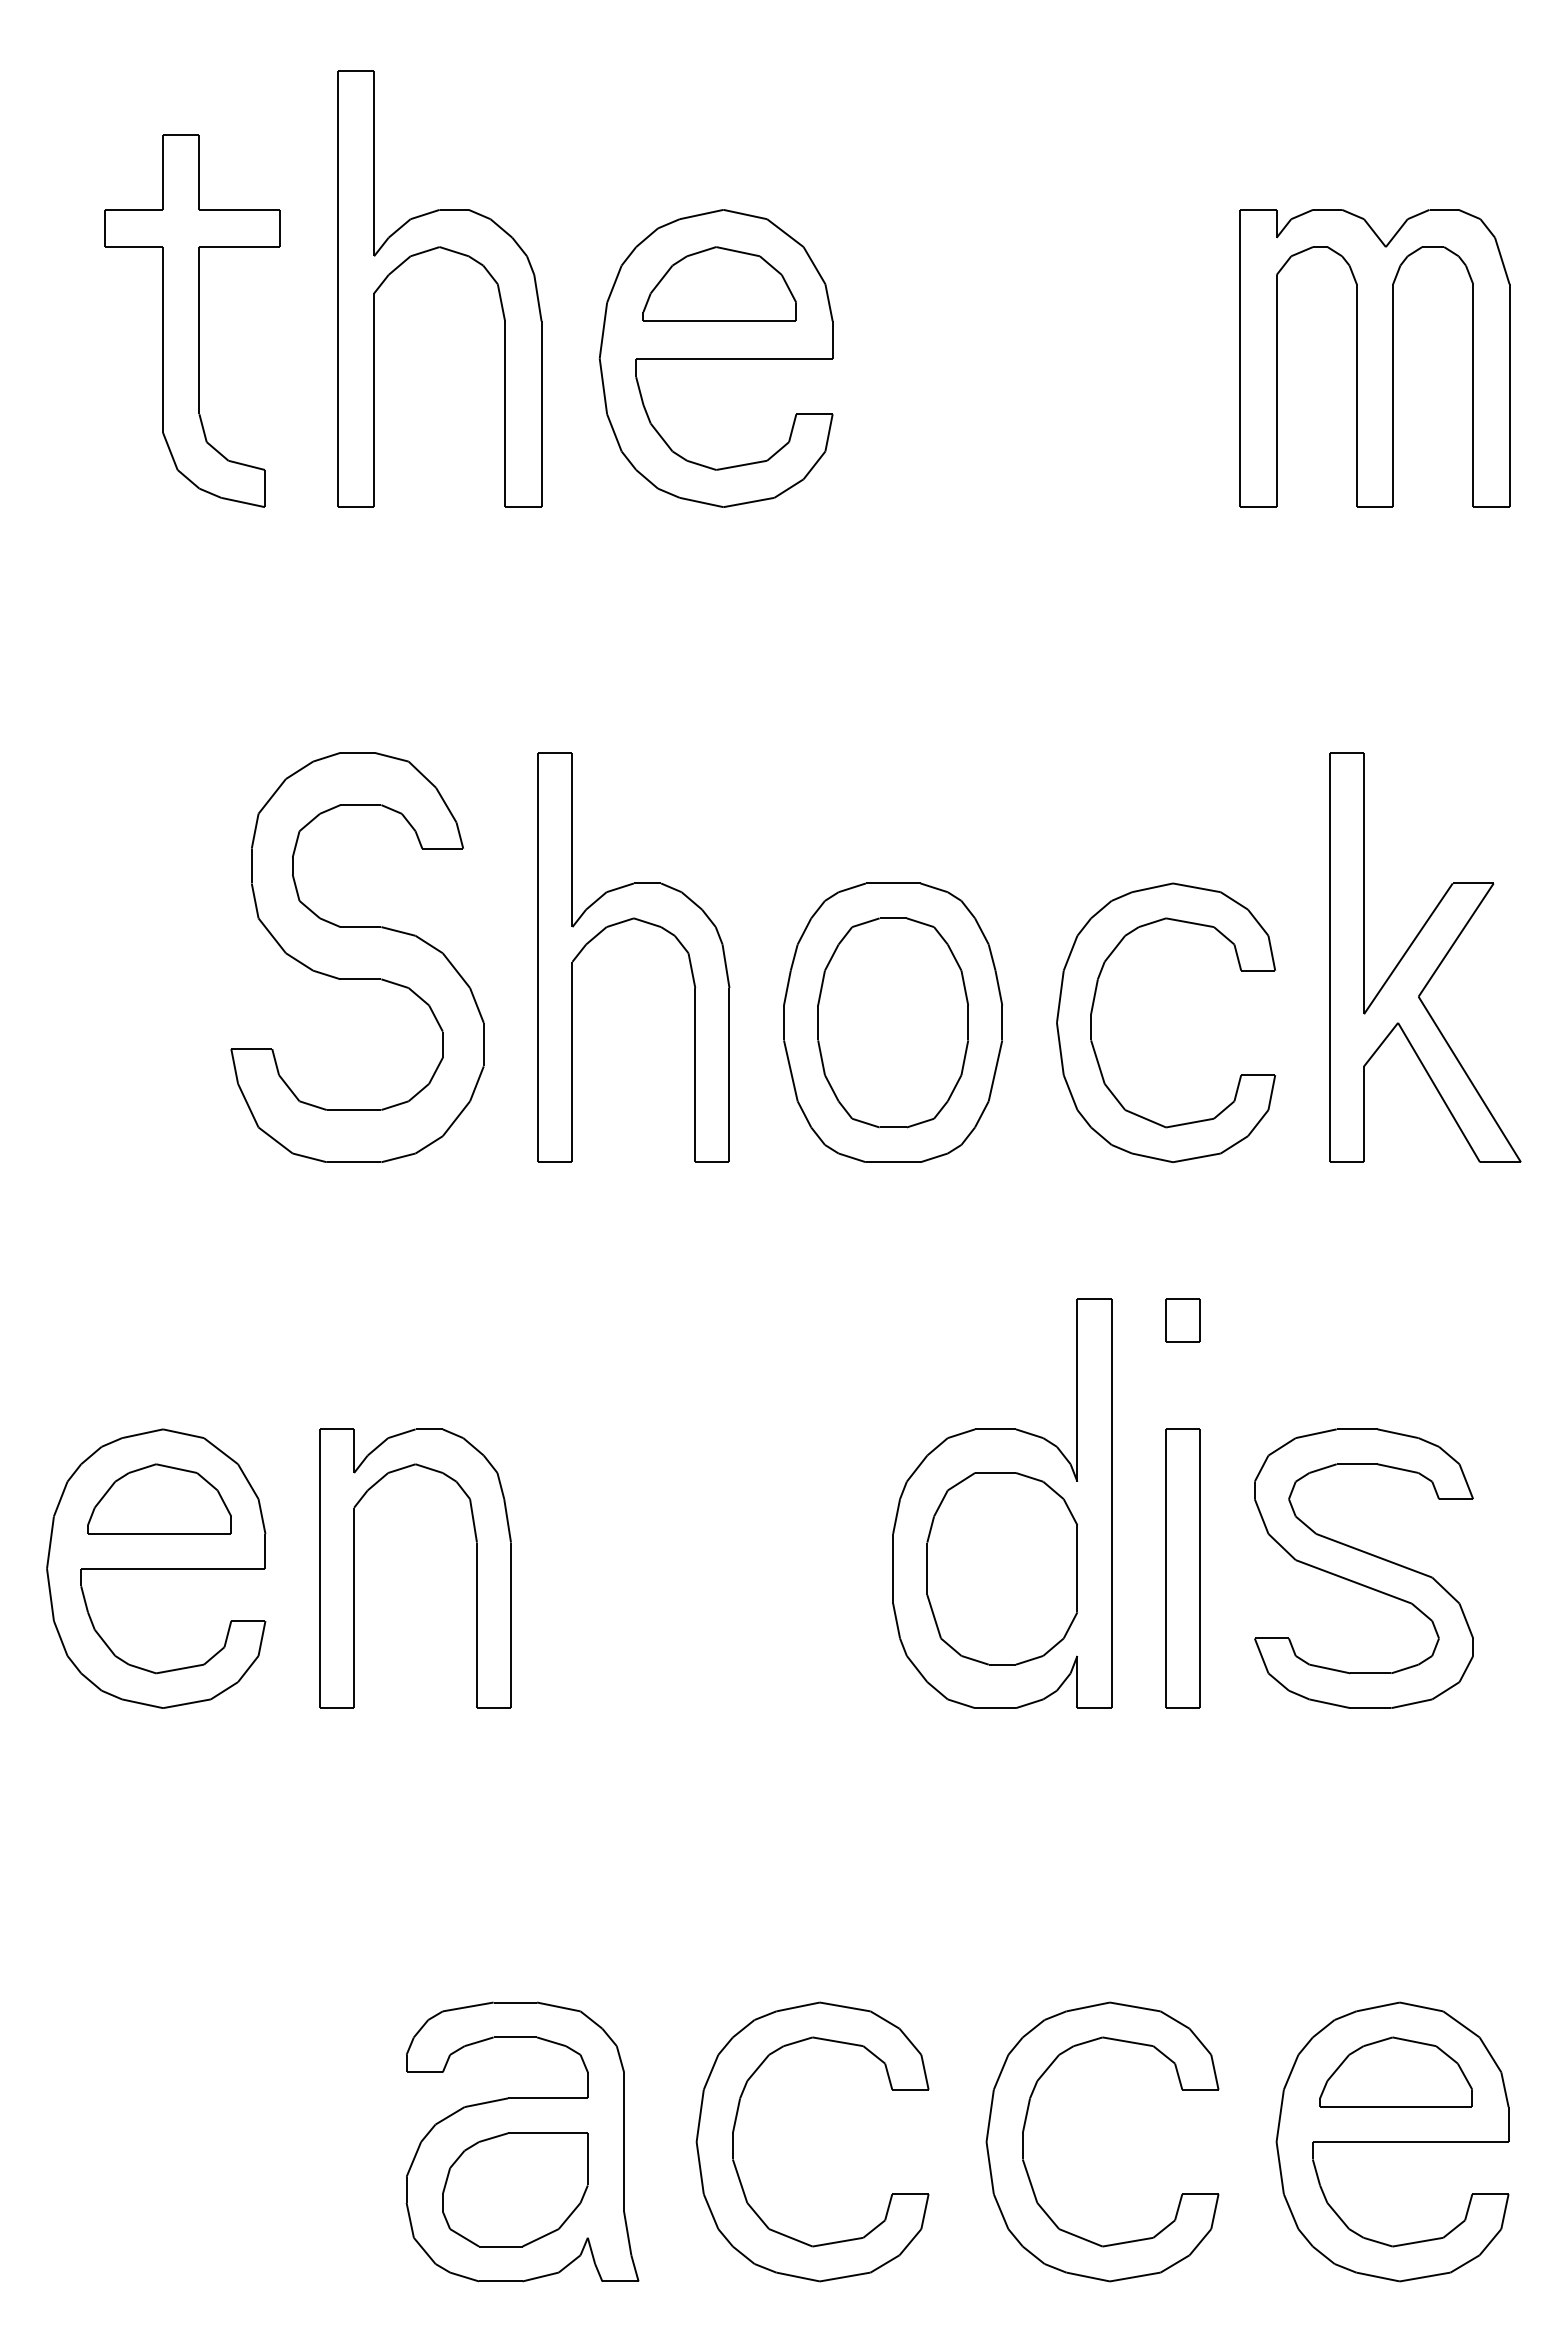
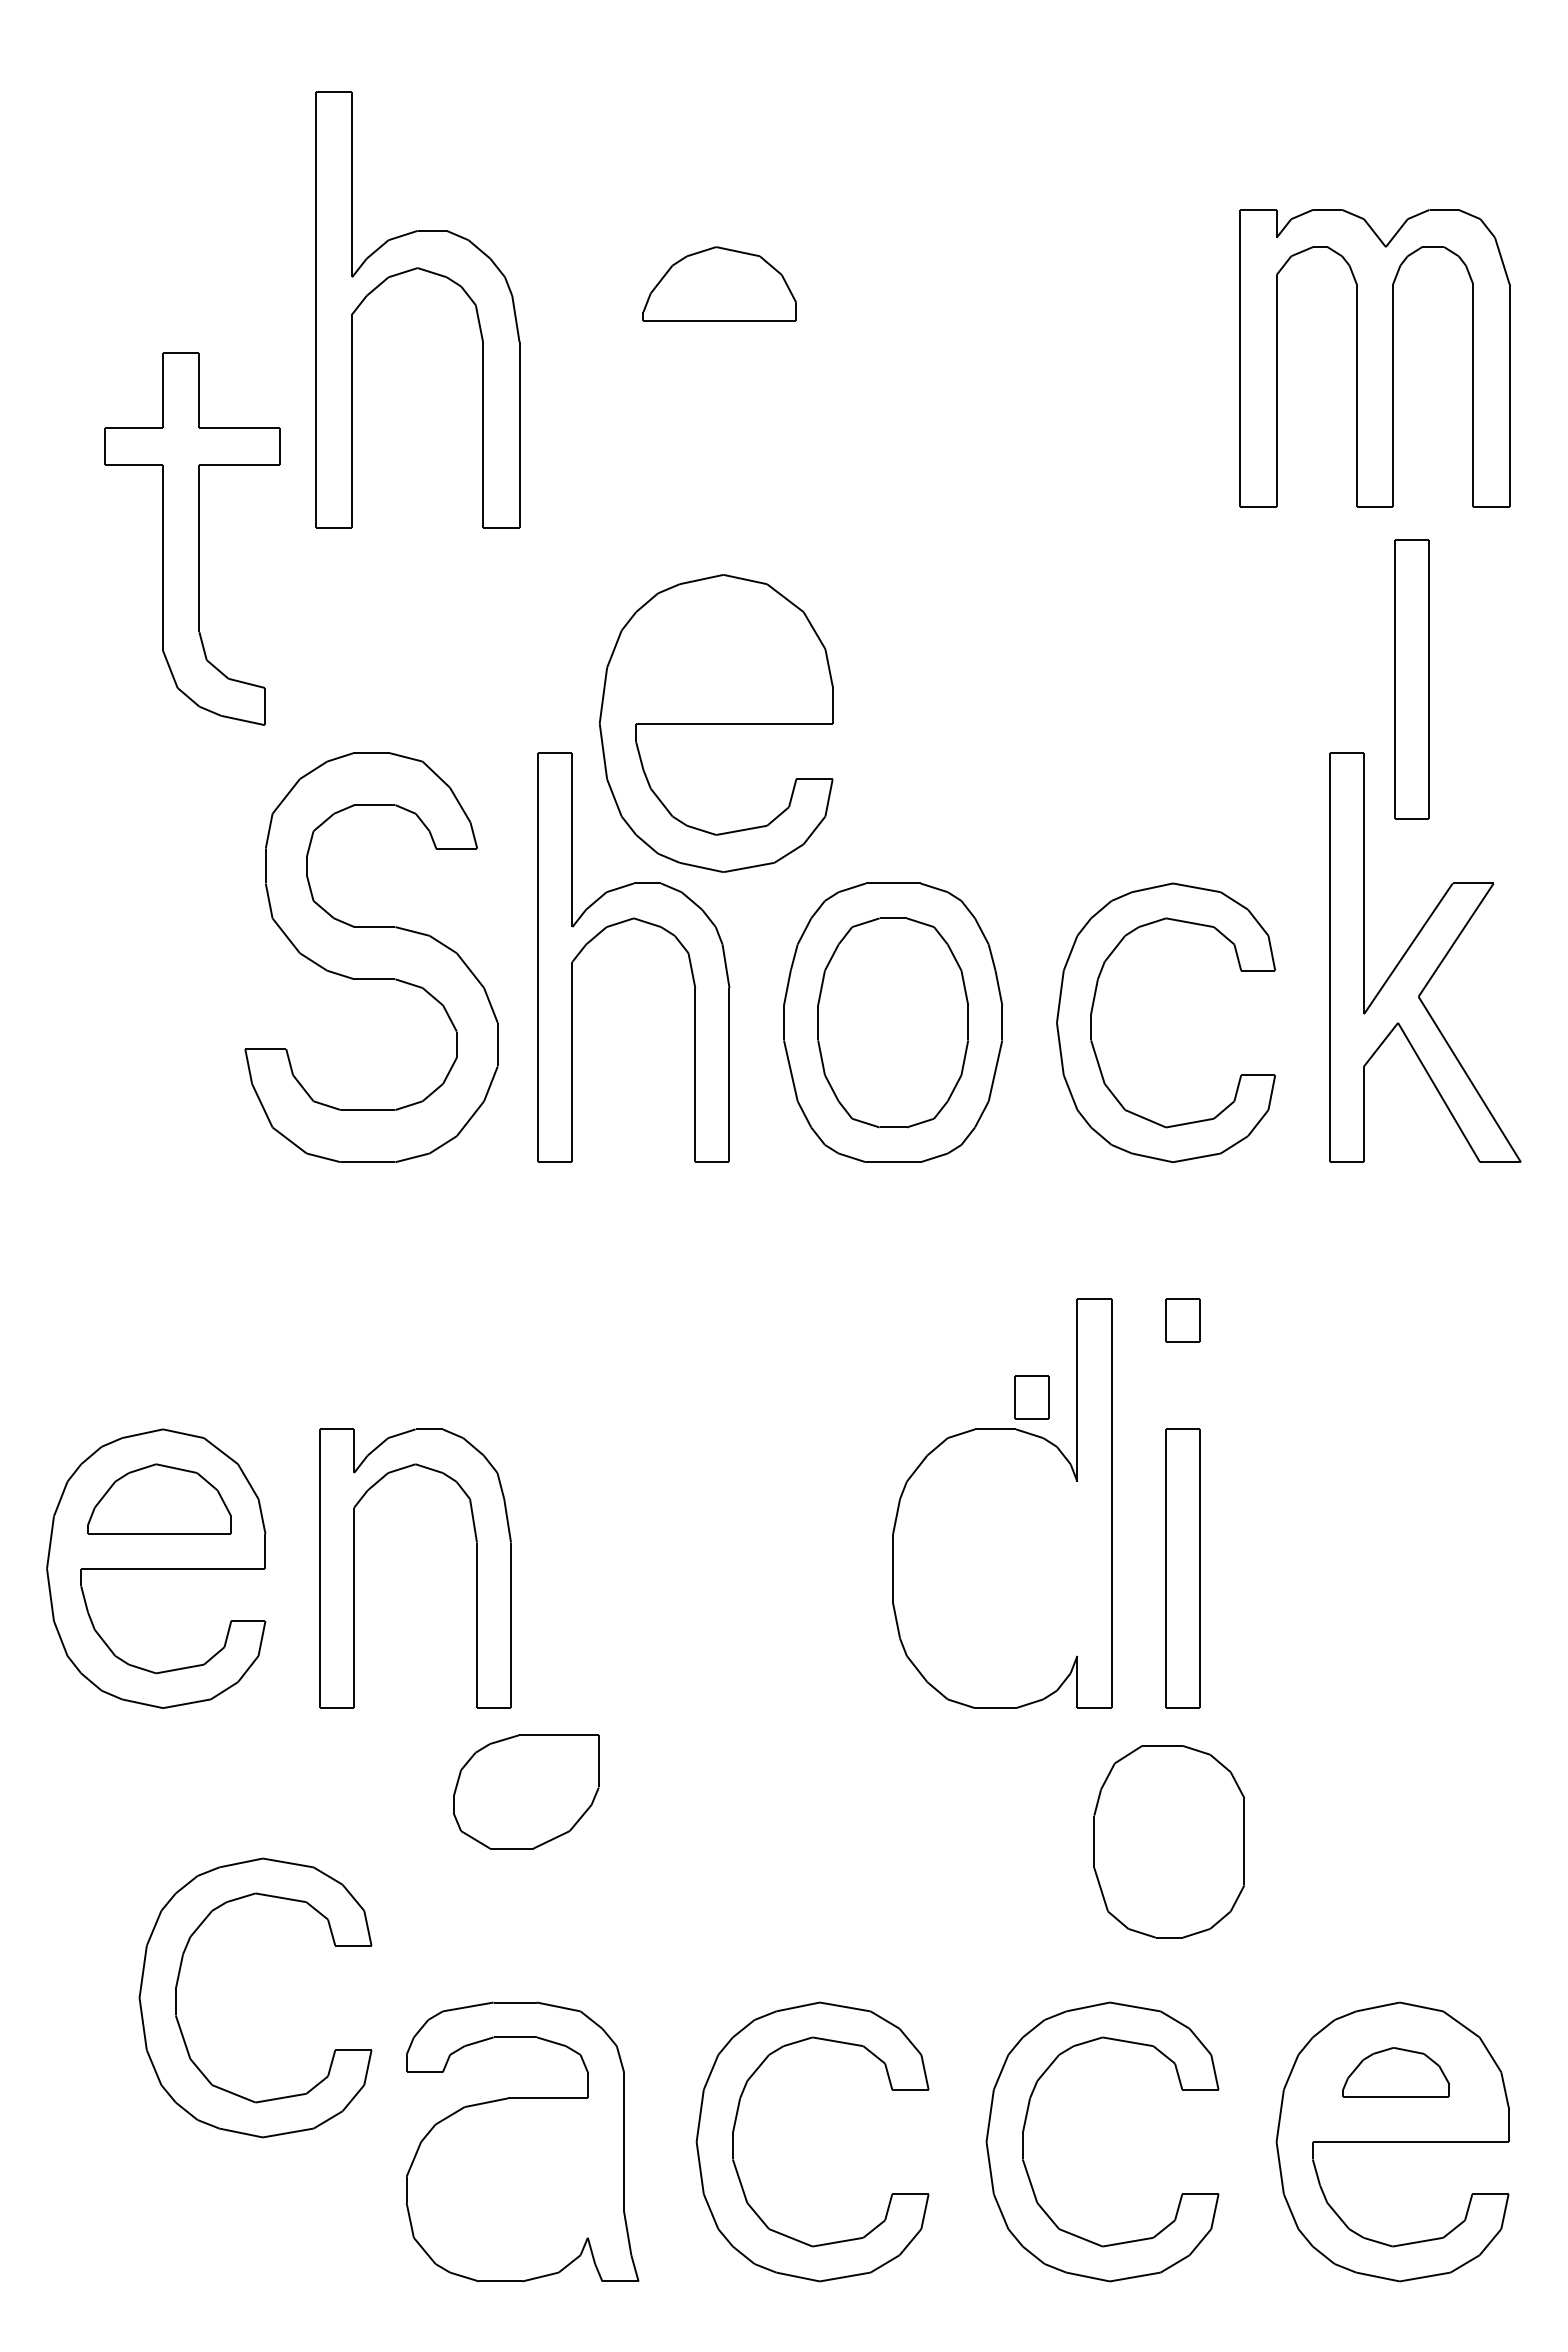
part at (426, 252) position: (426, 252) -> (404, 273)
part at (192, 320) position: (192, 320) -> (192, 538)
part at (715, 358) position: (715, 358) -> (715, 723)
part at (1411, 679): none -> present
part at (357, 957) position: (357, 957) -> (371, 957)
part at (1031, 1397): none -> present
part at (1001, 1568) position: (1001, 1568) -> (1168, 1841)
part at (1363, 1568): present -> none
part at (178, 1982): none -> present
part at (1395, 2071) size: 154x72 px -> 108x51 px
part at (515, 2189) position: (515, 2189) -> (526, 1791)
